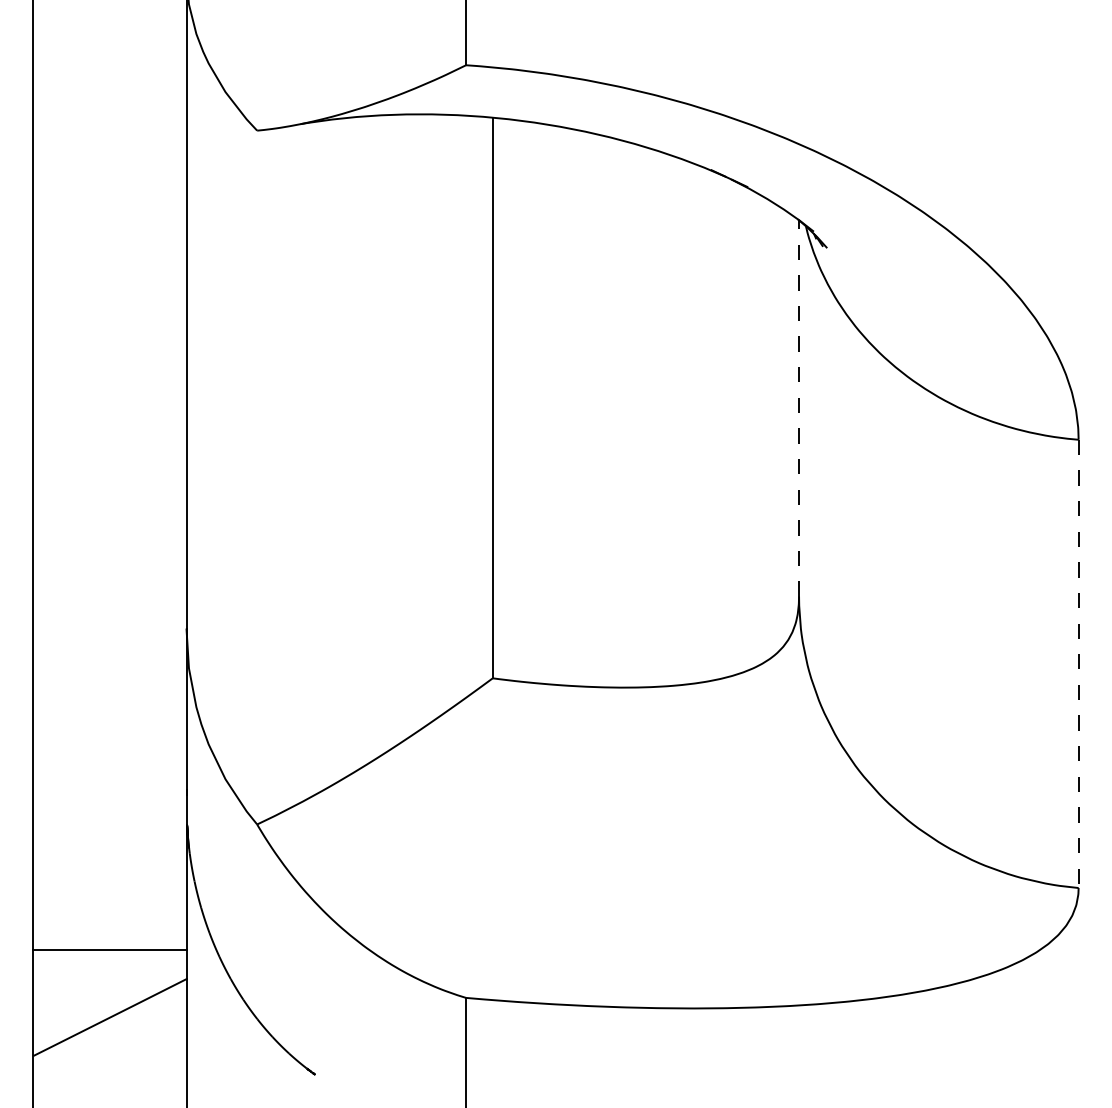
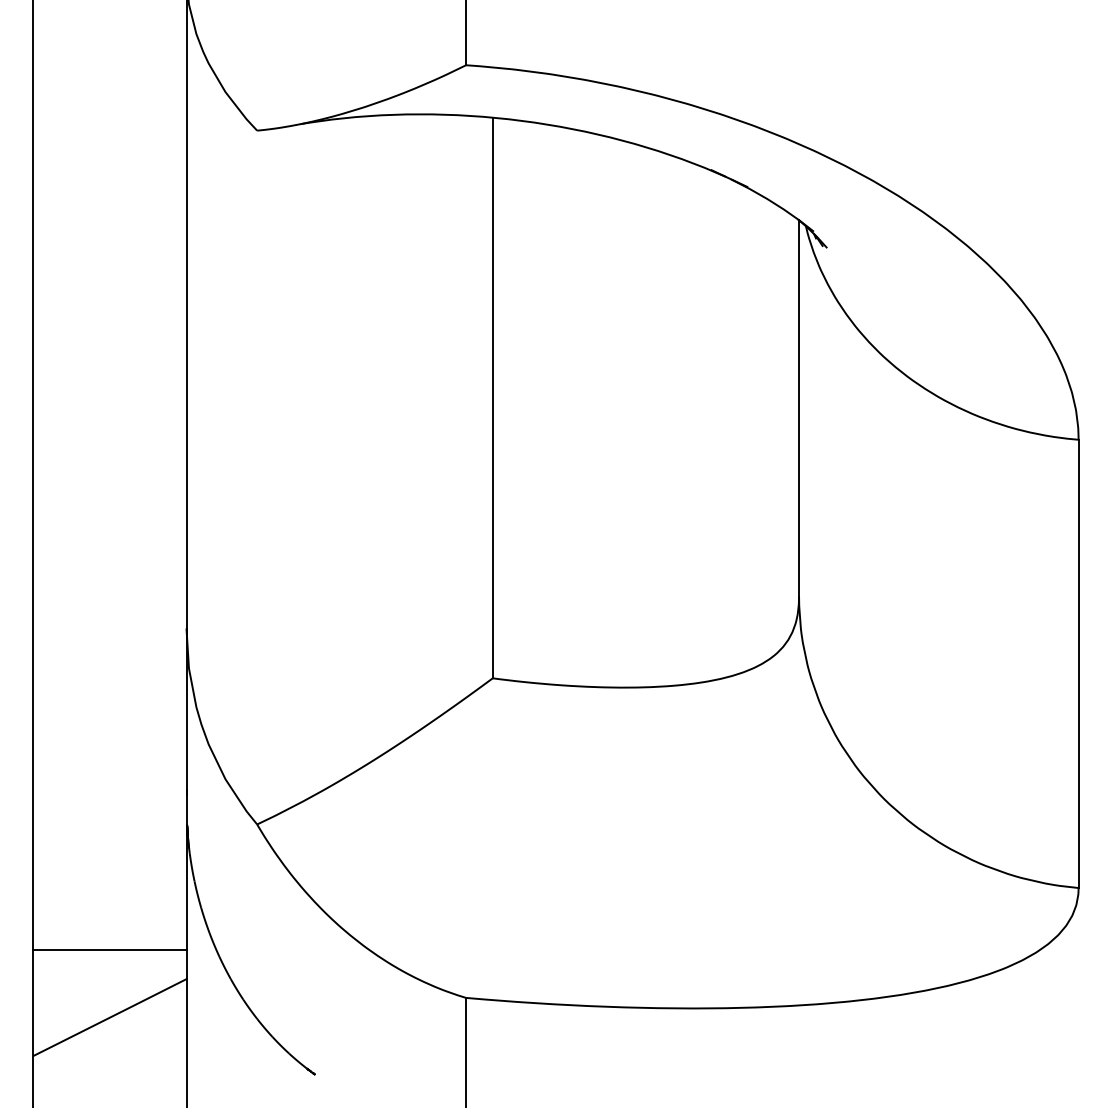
line at (799, 407): dashed -> solid
line at (1078, 664): dashed -> solid
